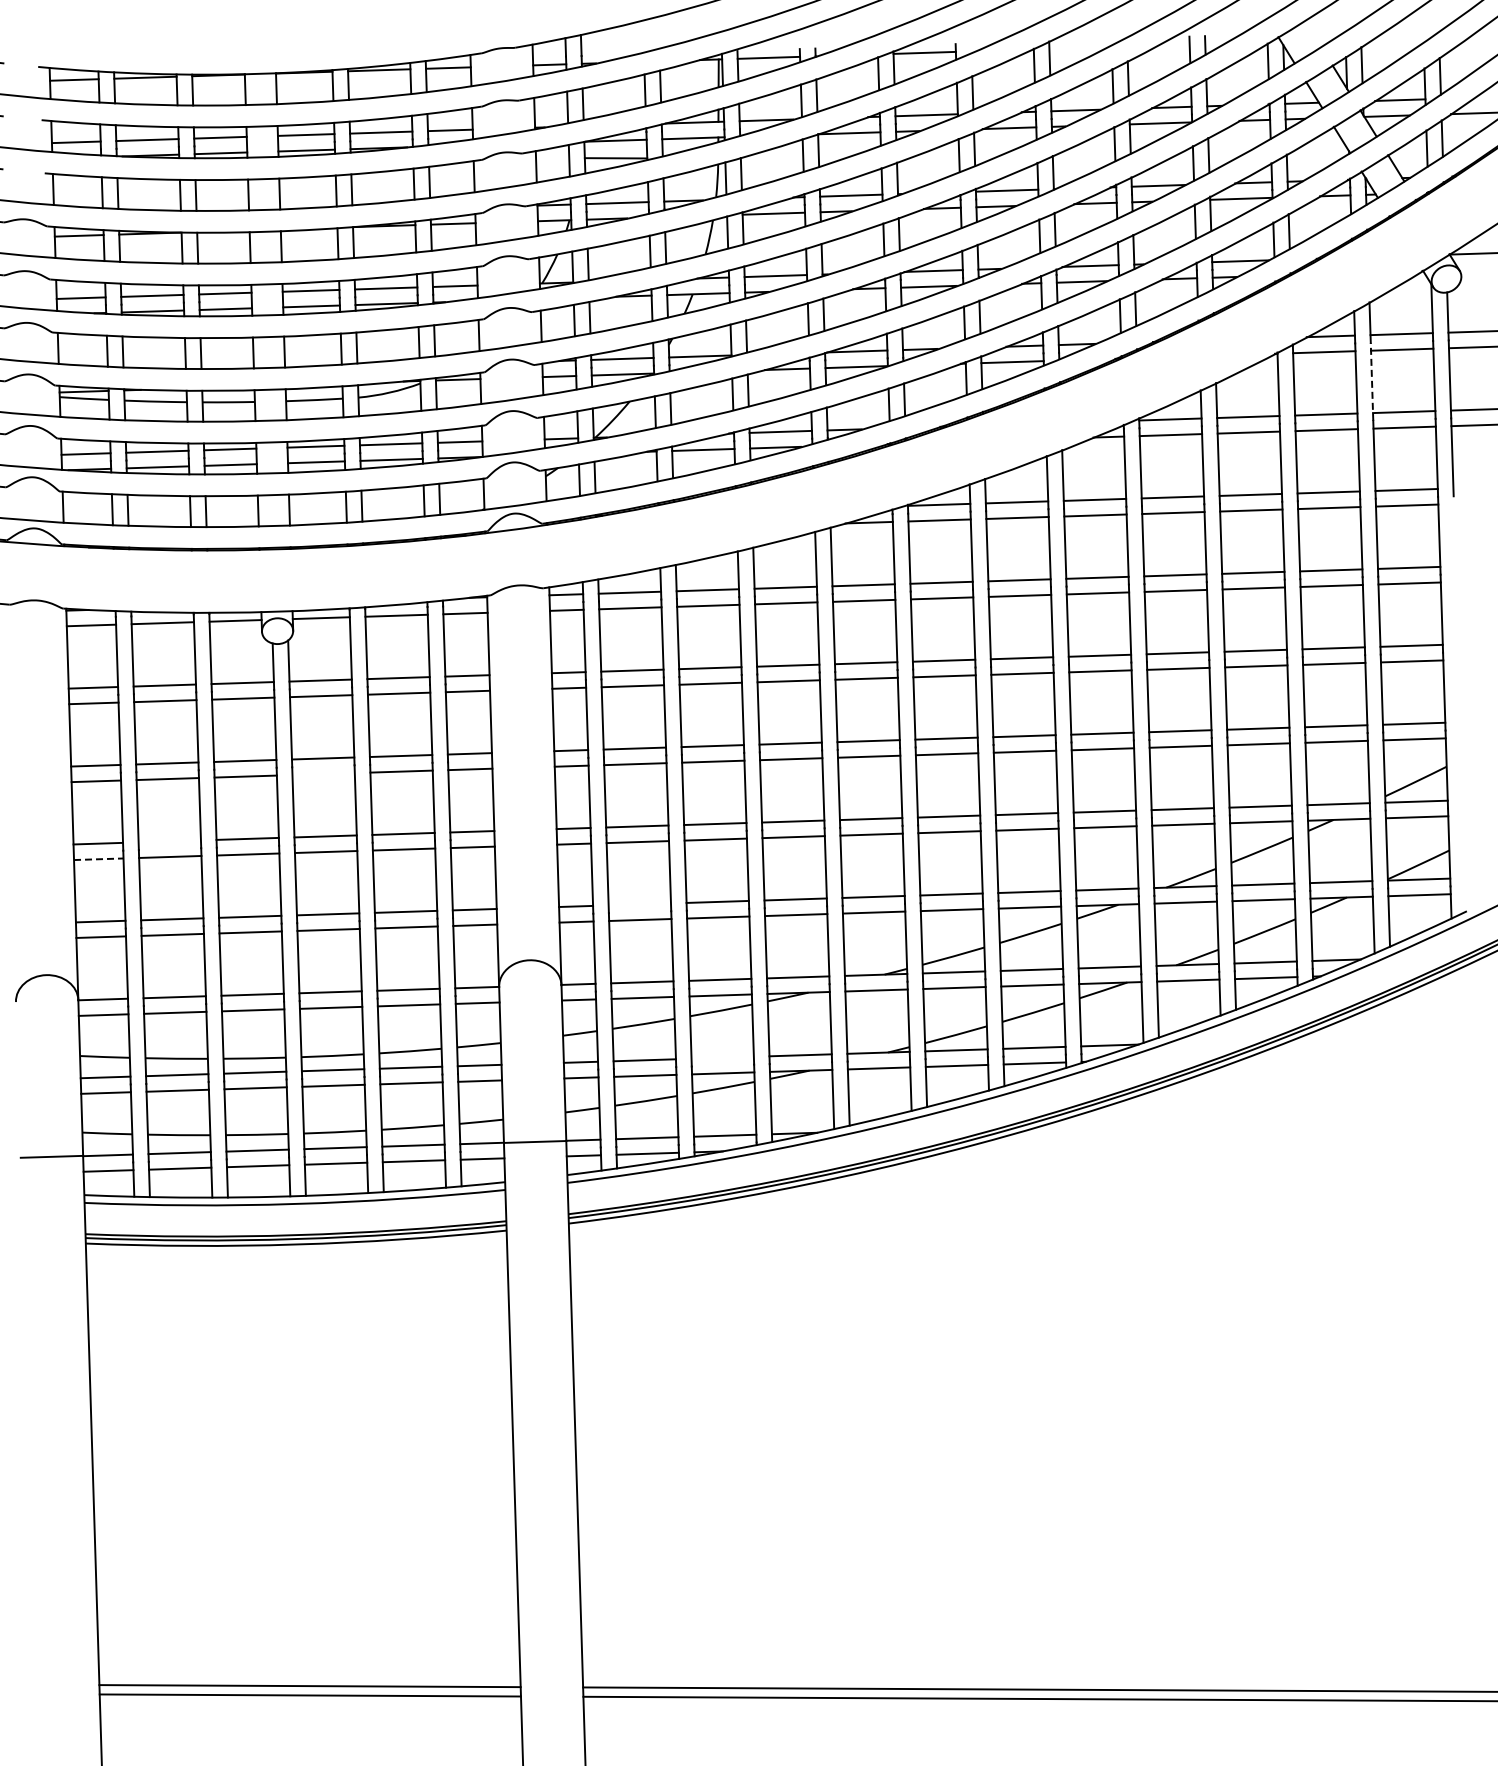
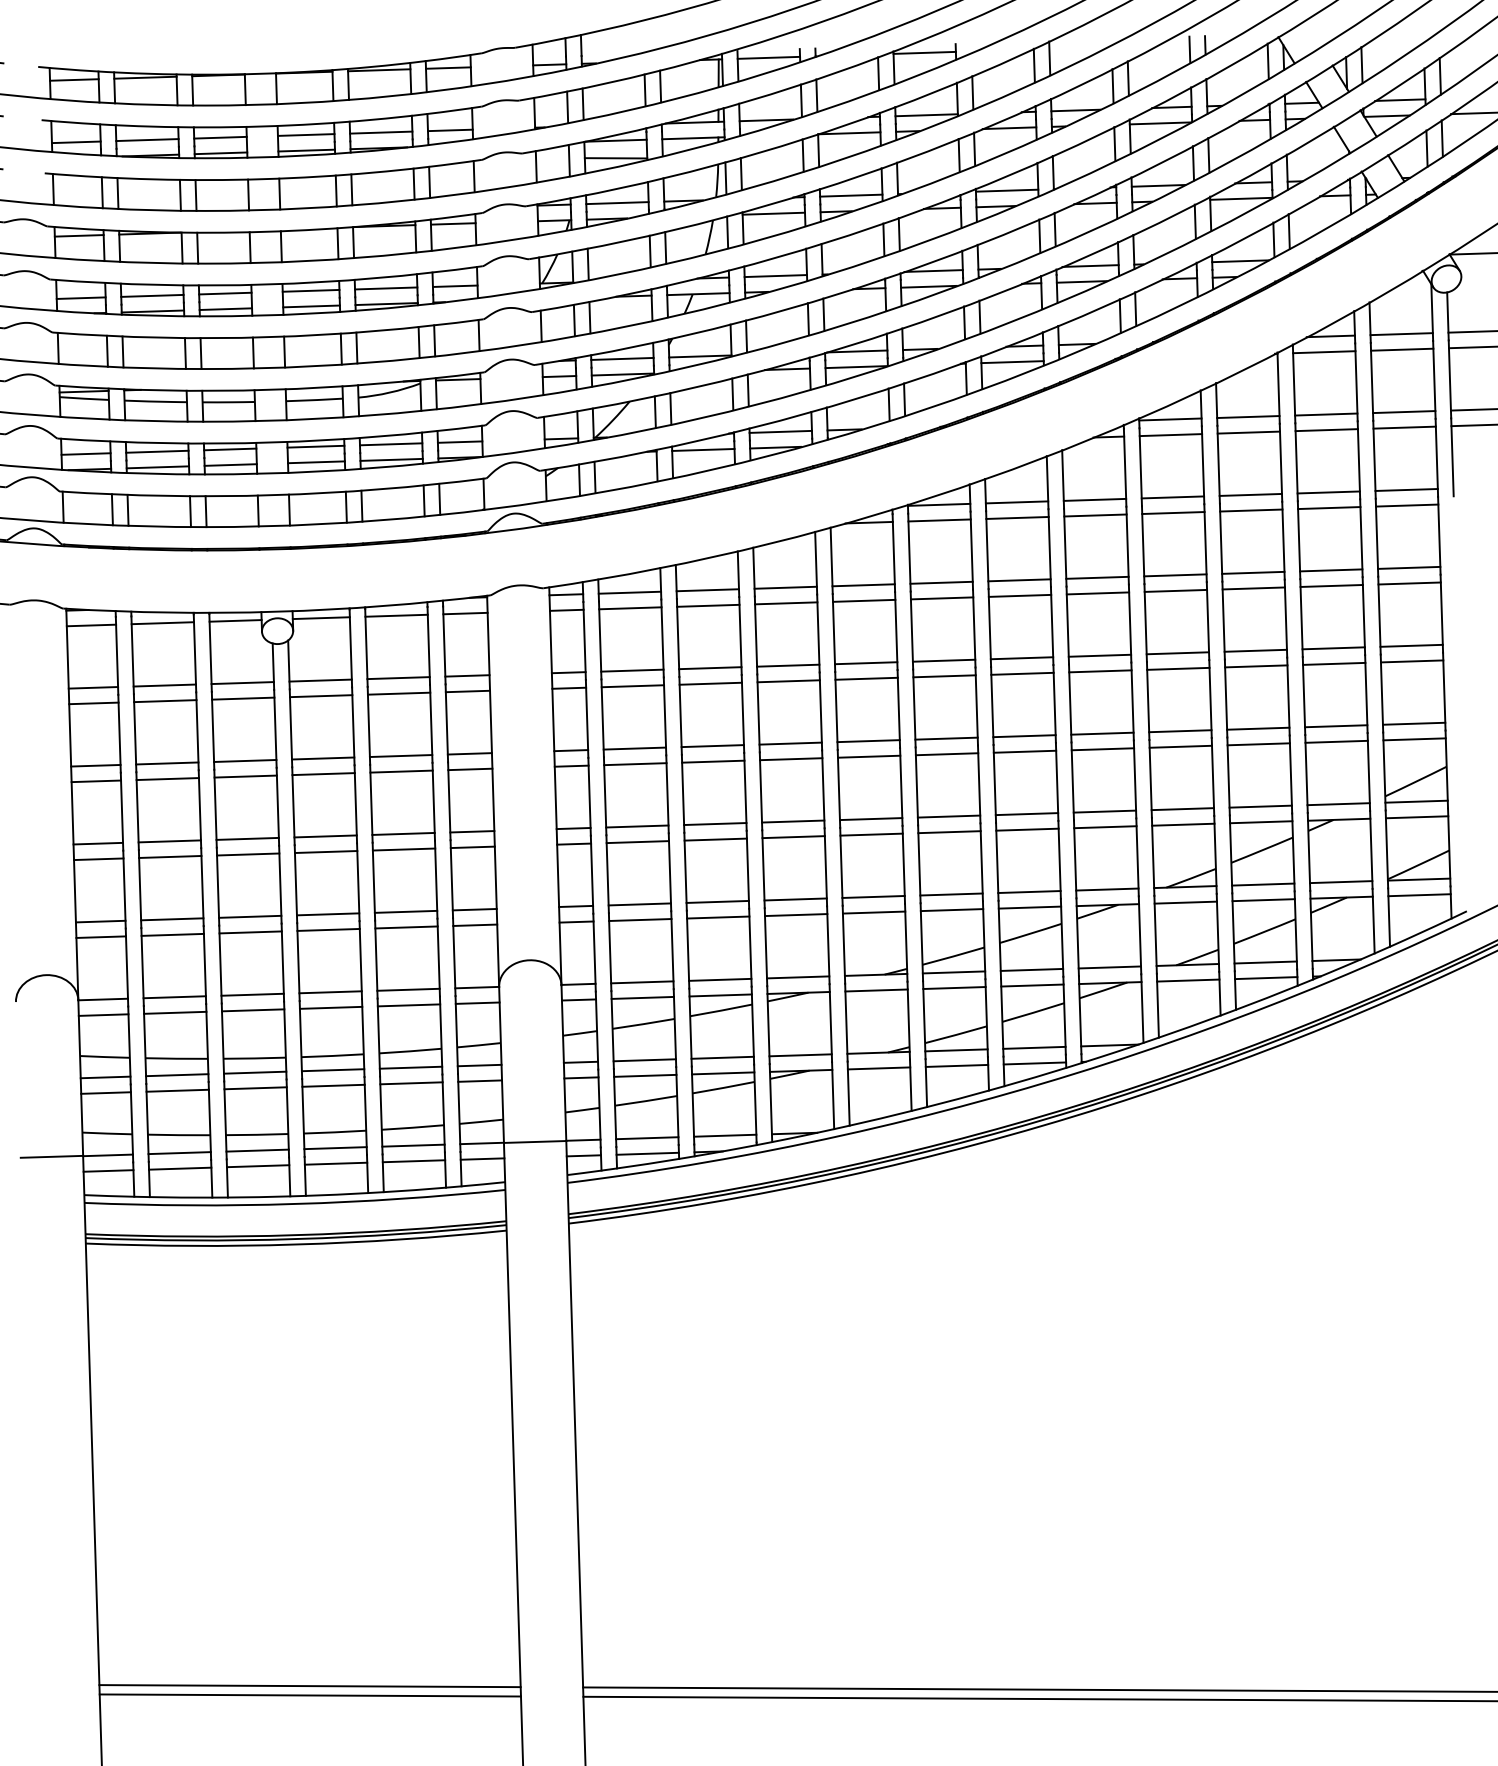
line at (1372, 381): dashed -> solid
line at (323, 774): none -> present
line at (169, 841): none -> present
line at (98, 859): dashed -> solid
line at (639, 904): none -> present
line at (722, 1057): none -> present
